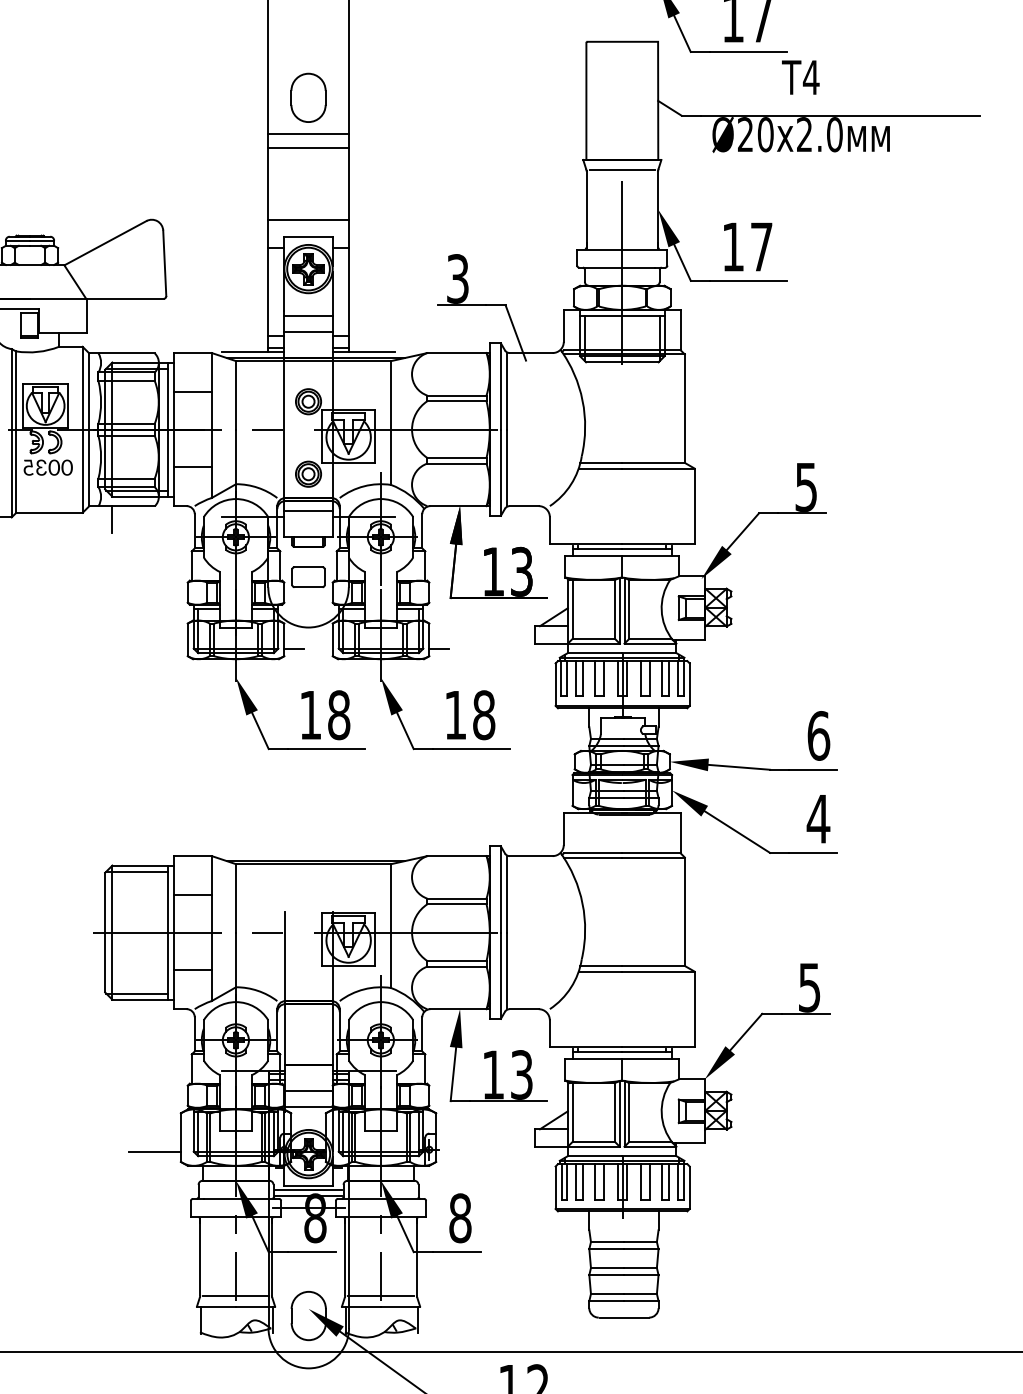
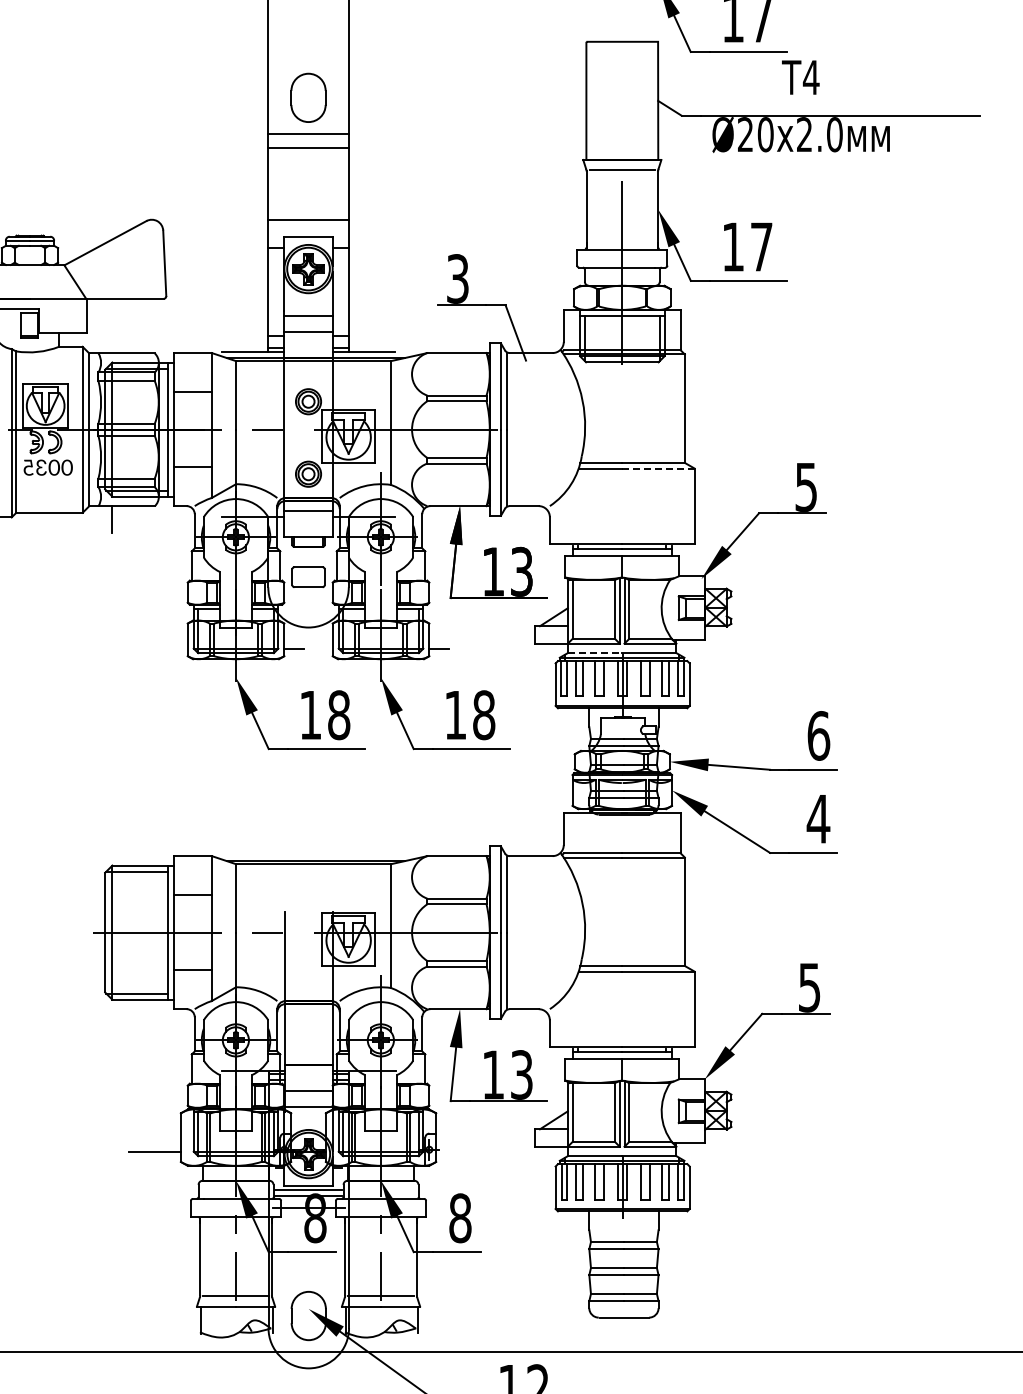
line at (657, 468): solid -> dashed
line at (595, 653): solid -> dashed
